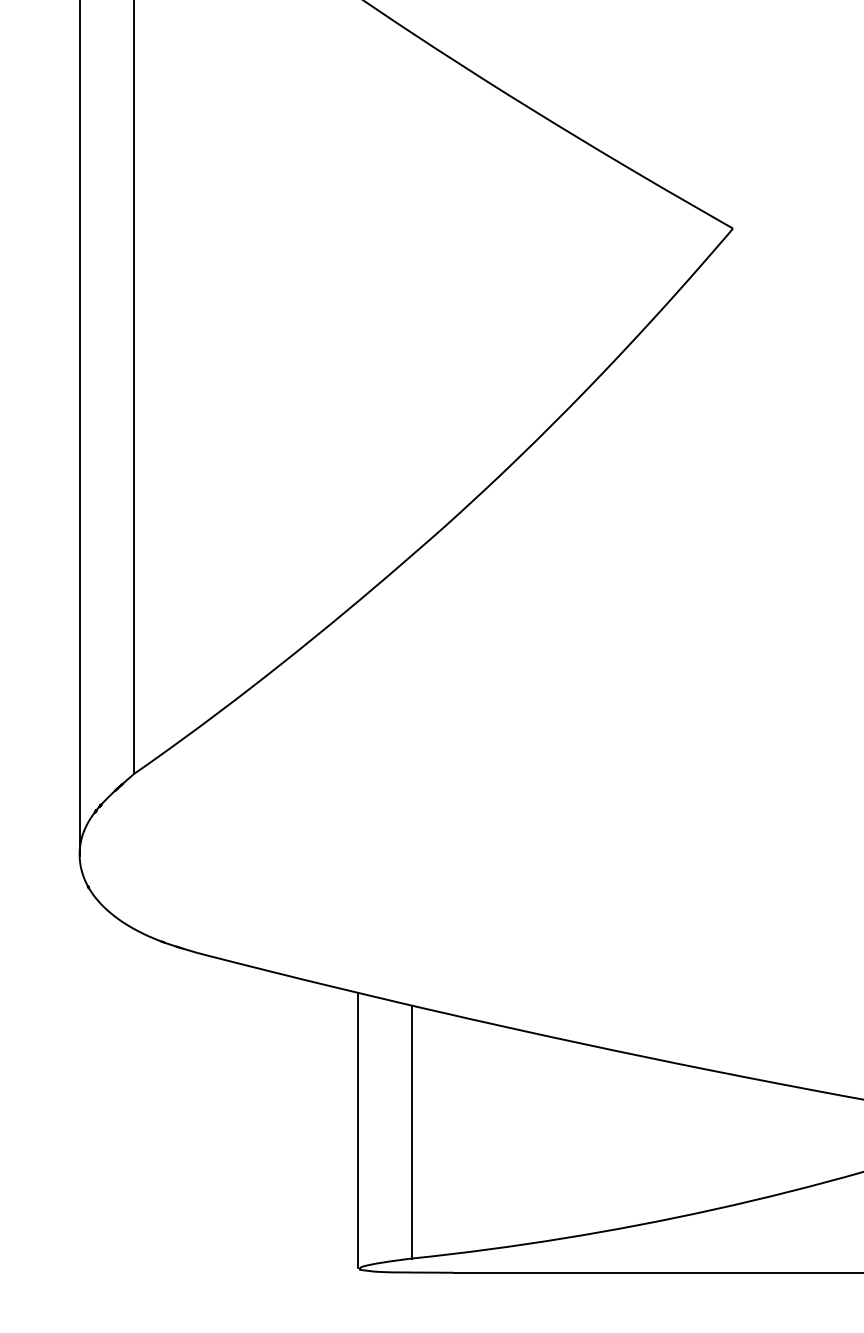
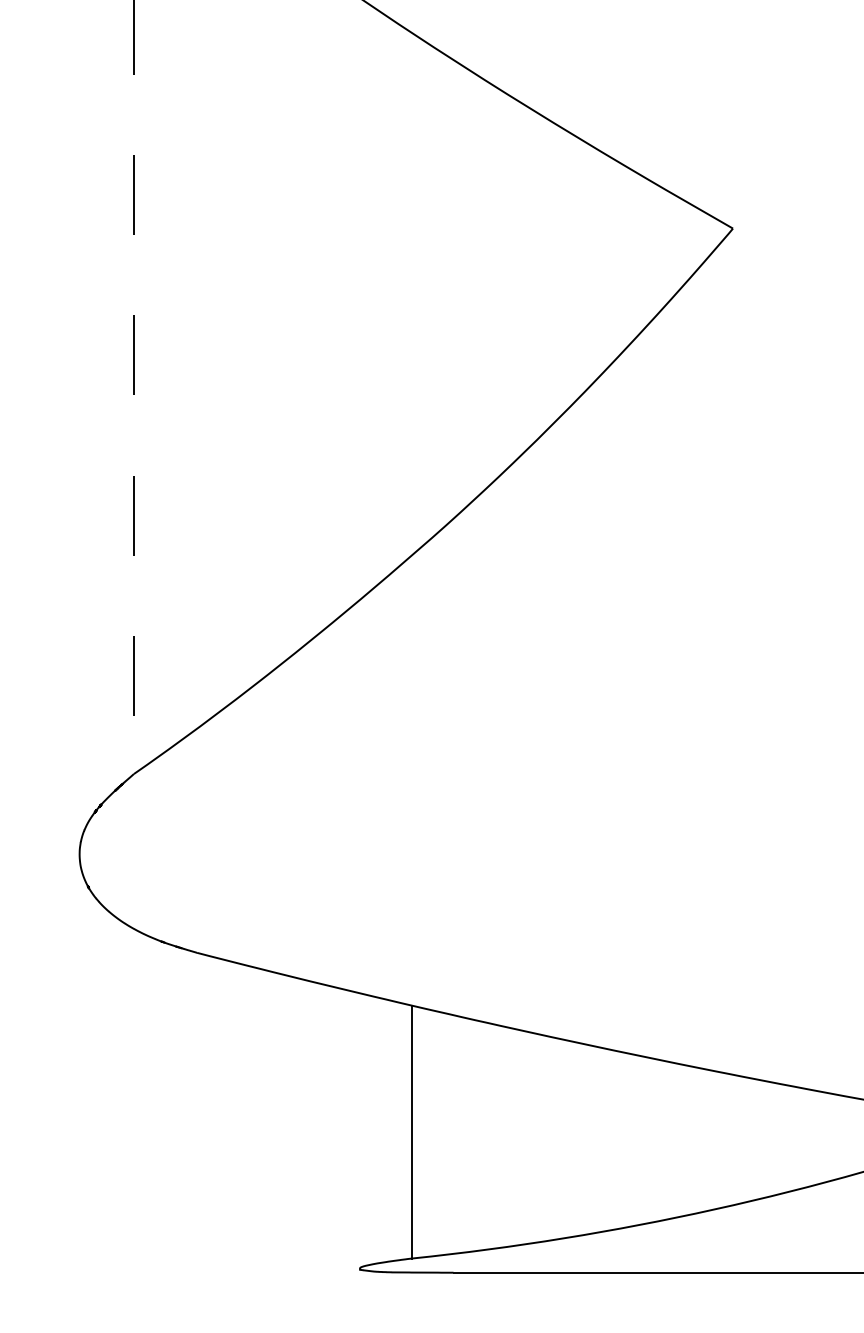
line at (133, 387): solid -> dashed
line at (79, 428): present -> none
line at (357, 1130): present -> none
